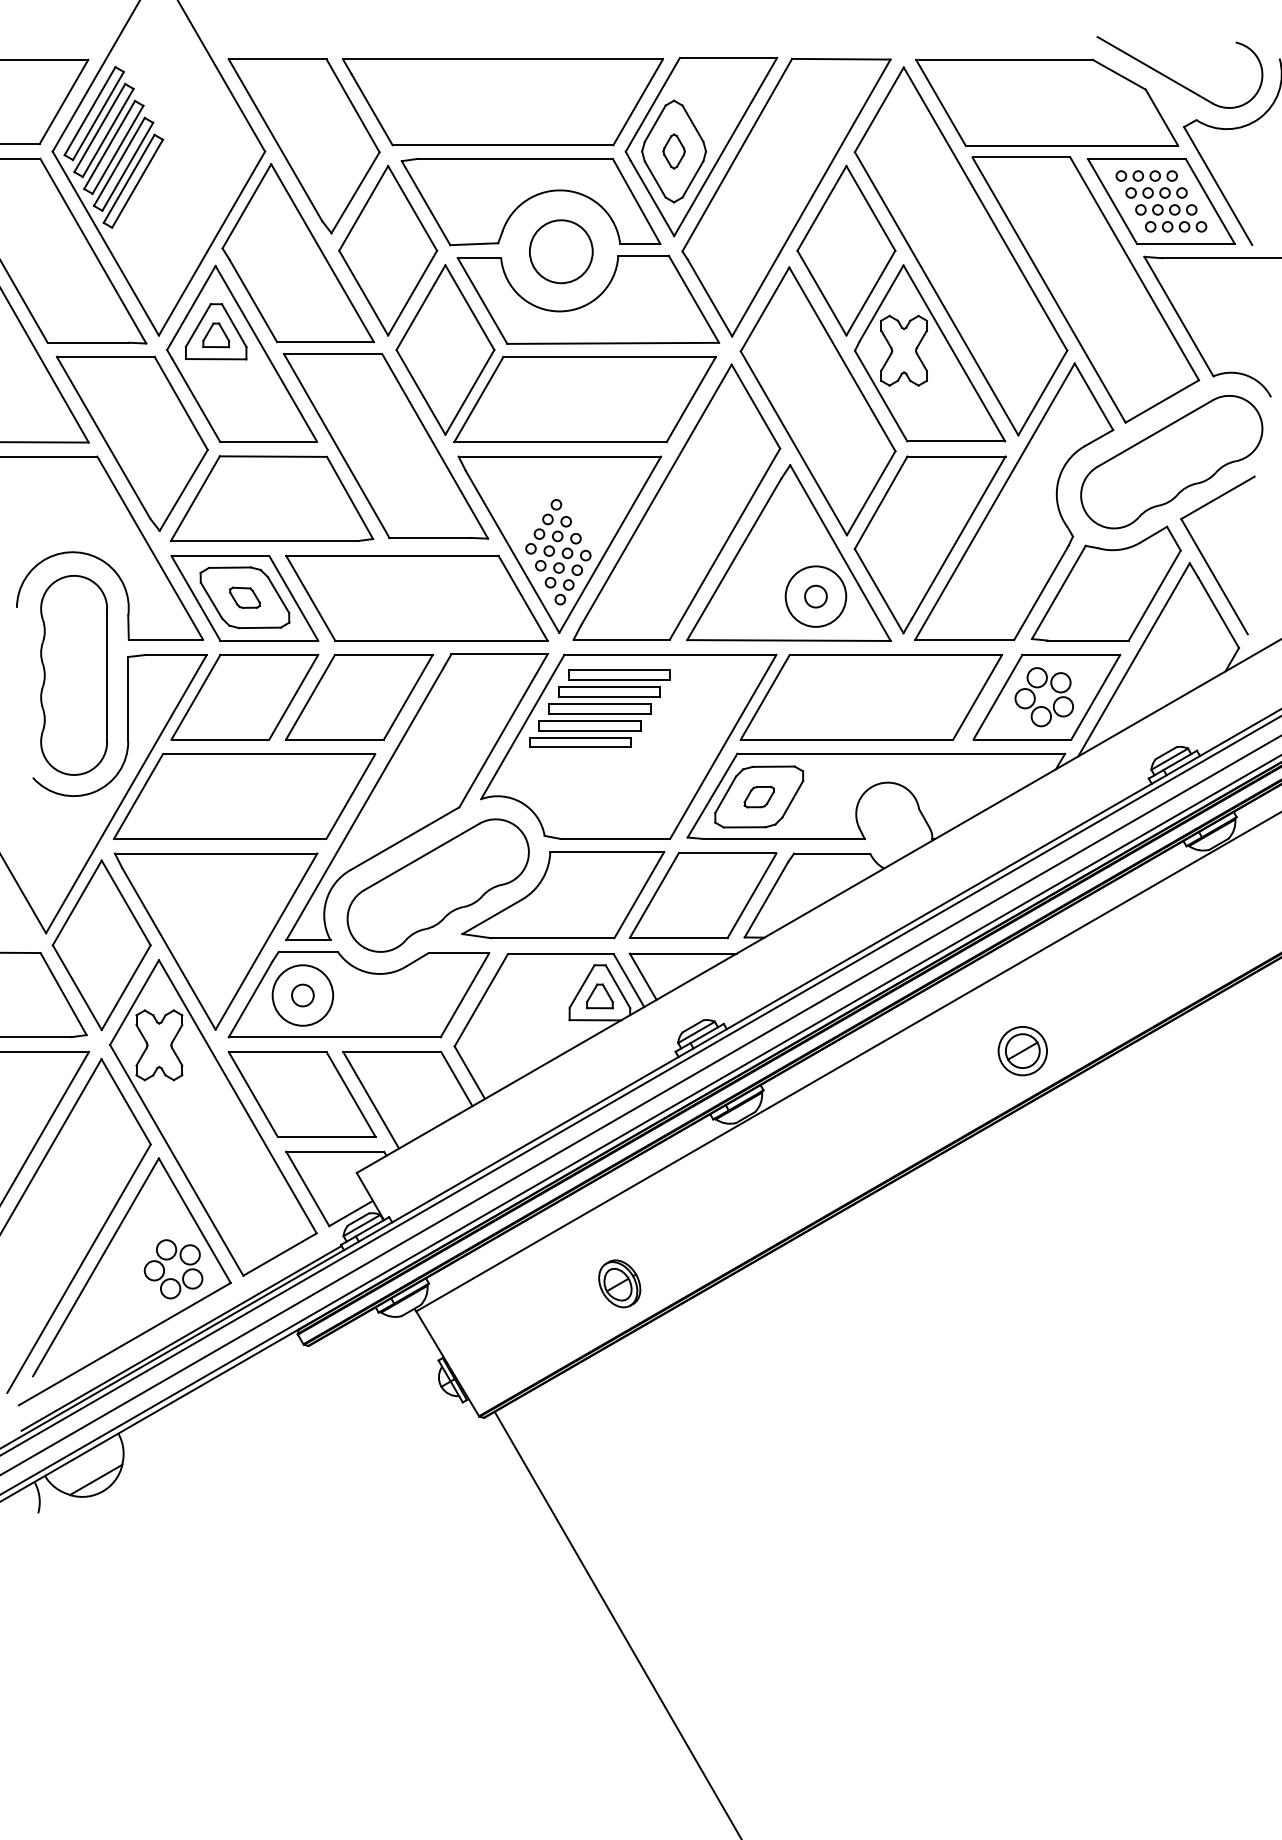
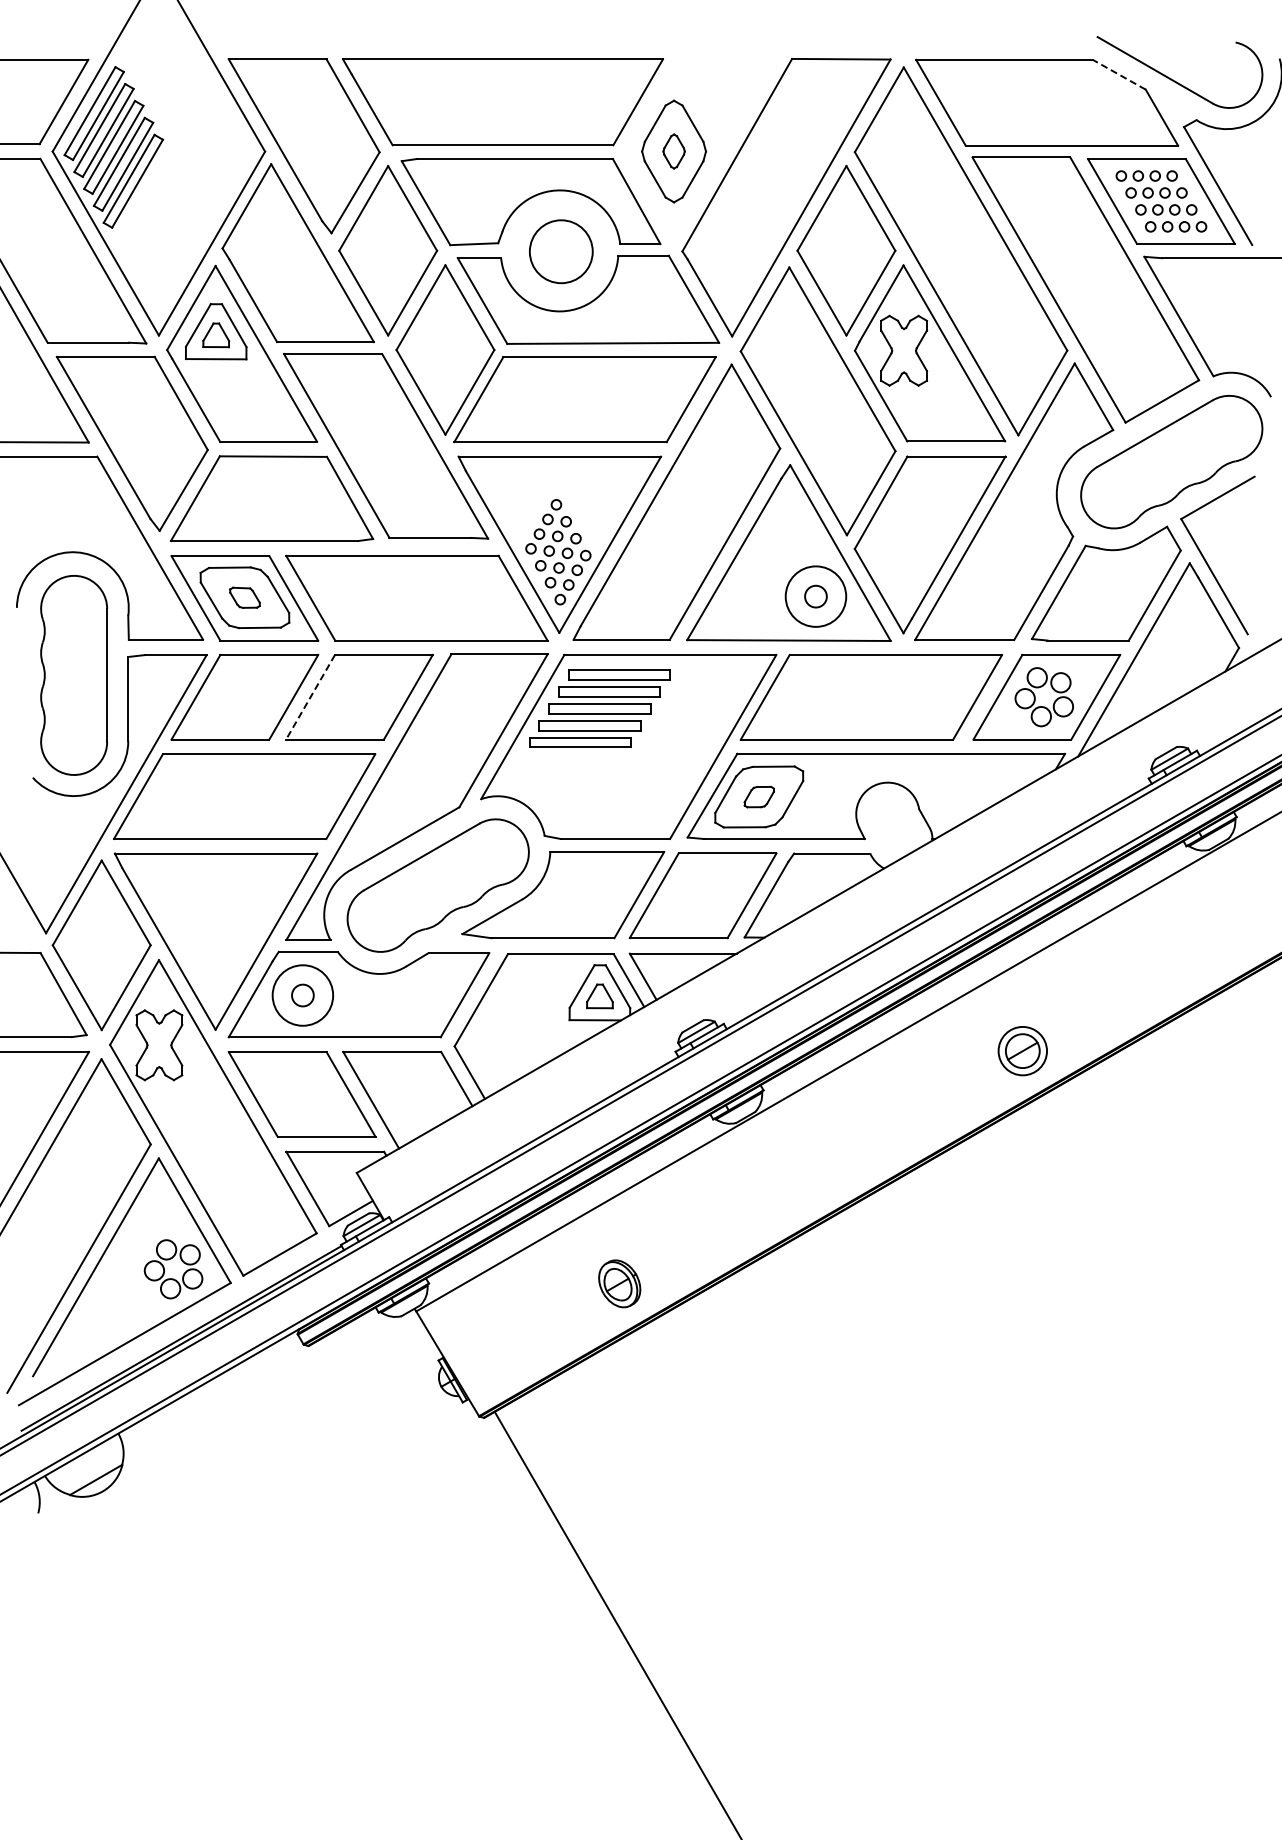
line at (1118, 74): solid -> dashed
part at (701, 146): present -> none
line at (310, 697): solid -> dashed
line at (640, 1105): present -> none
